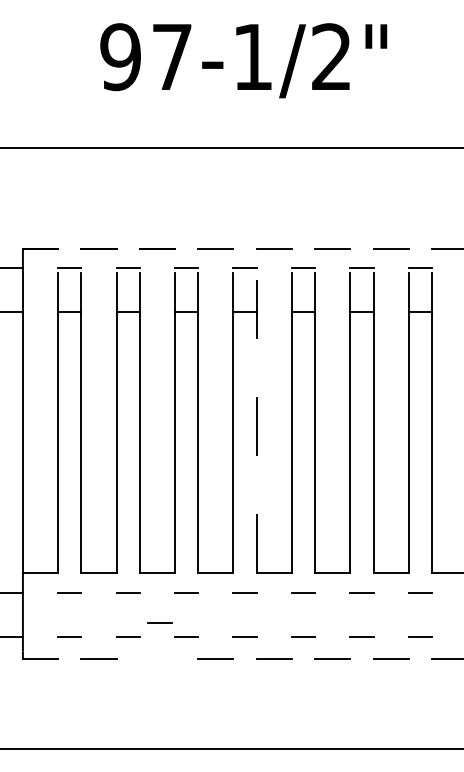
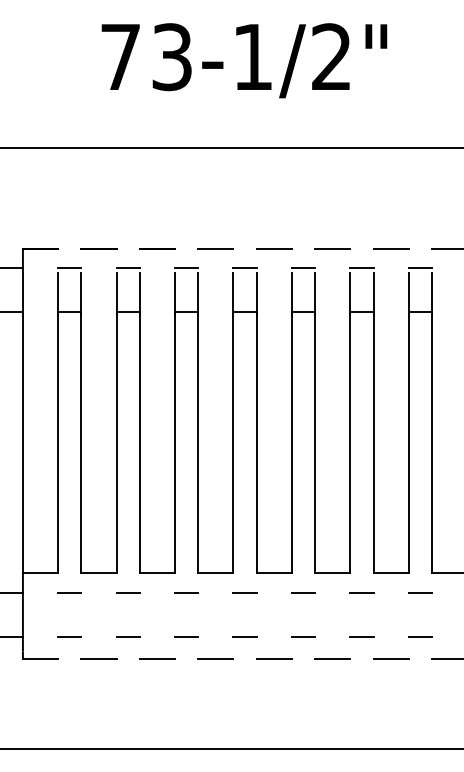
text at (145, 57): 97-1/2" -> 73-1/2"
line at (256, 422): dashed -> solid
line at (159, 622): present -> none
line at (156, 658): none -> present
